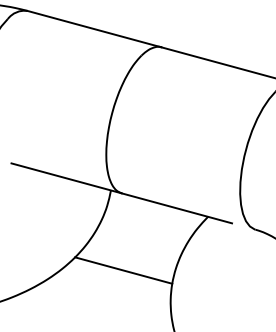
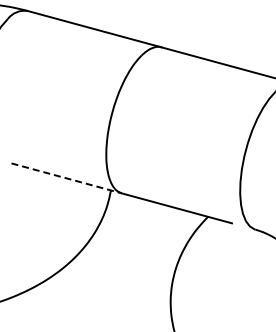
line at (67, 178): solid -> dashed
line at (123, 270): present -> none
